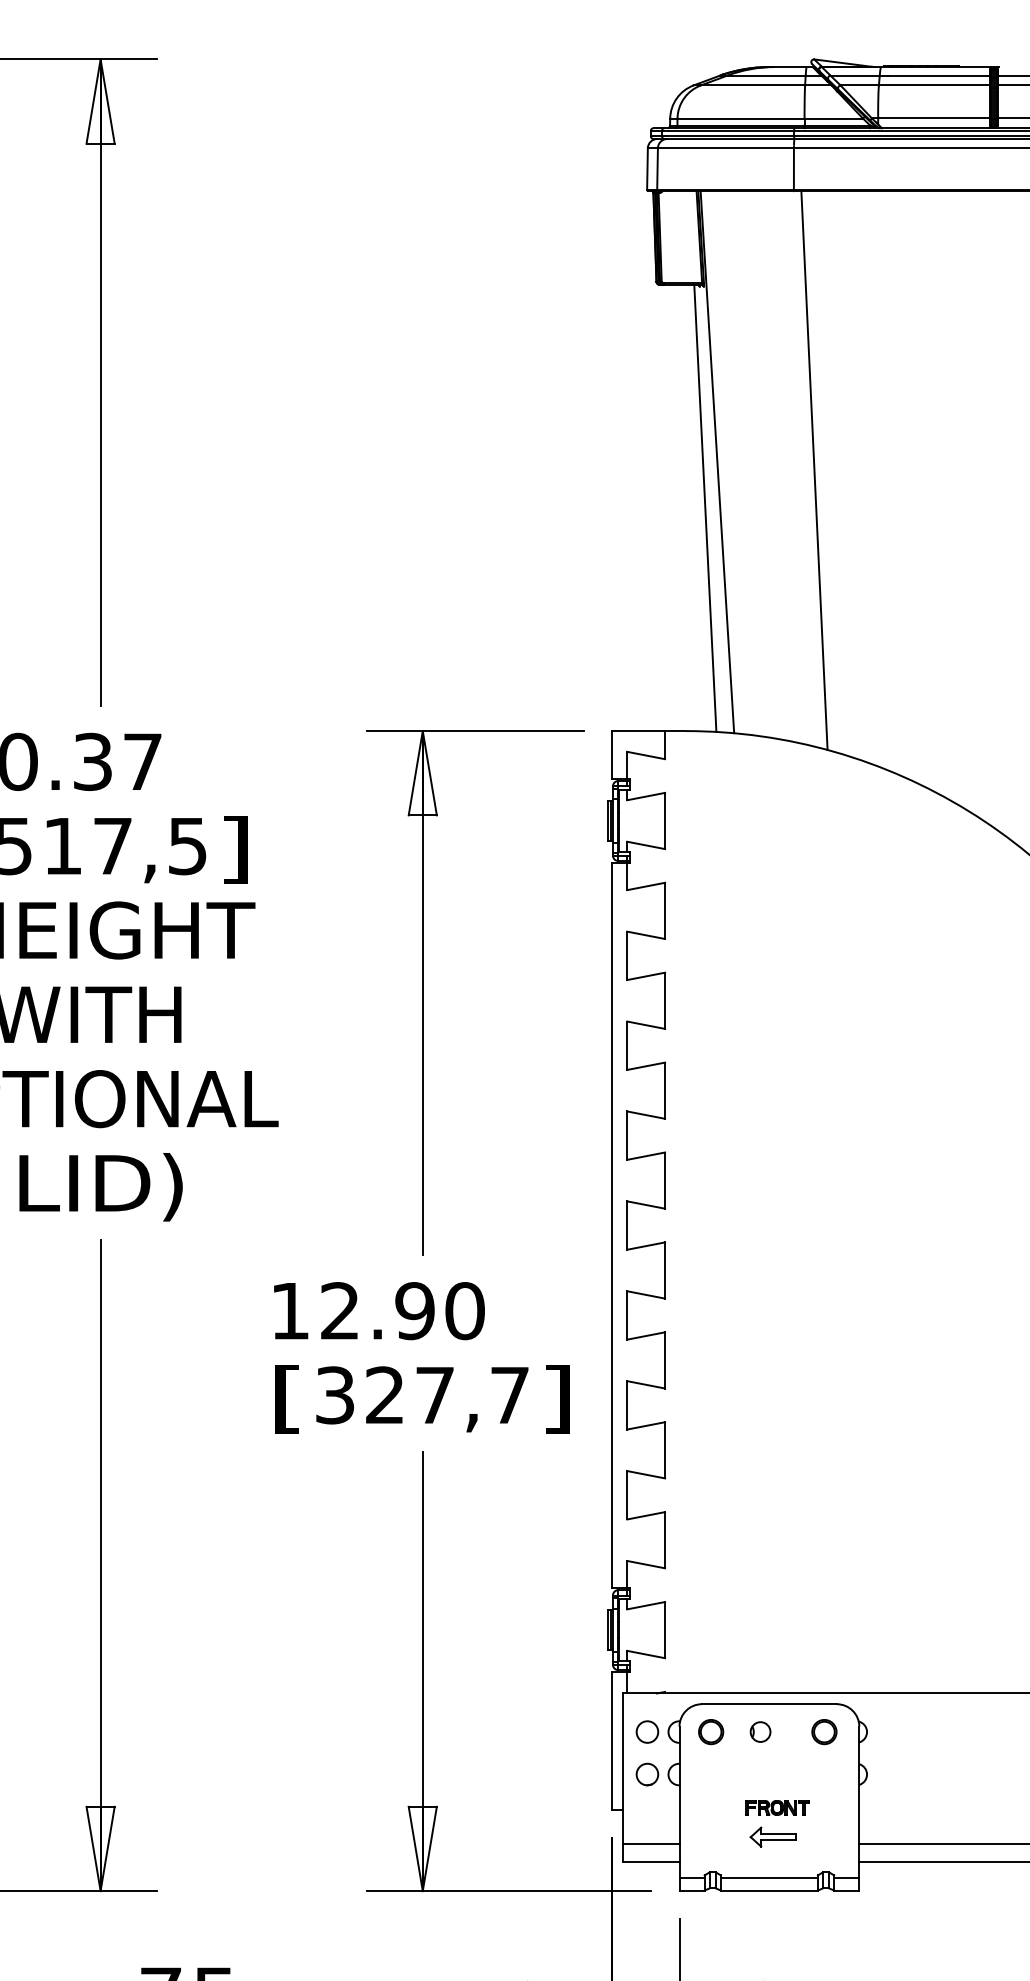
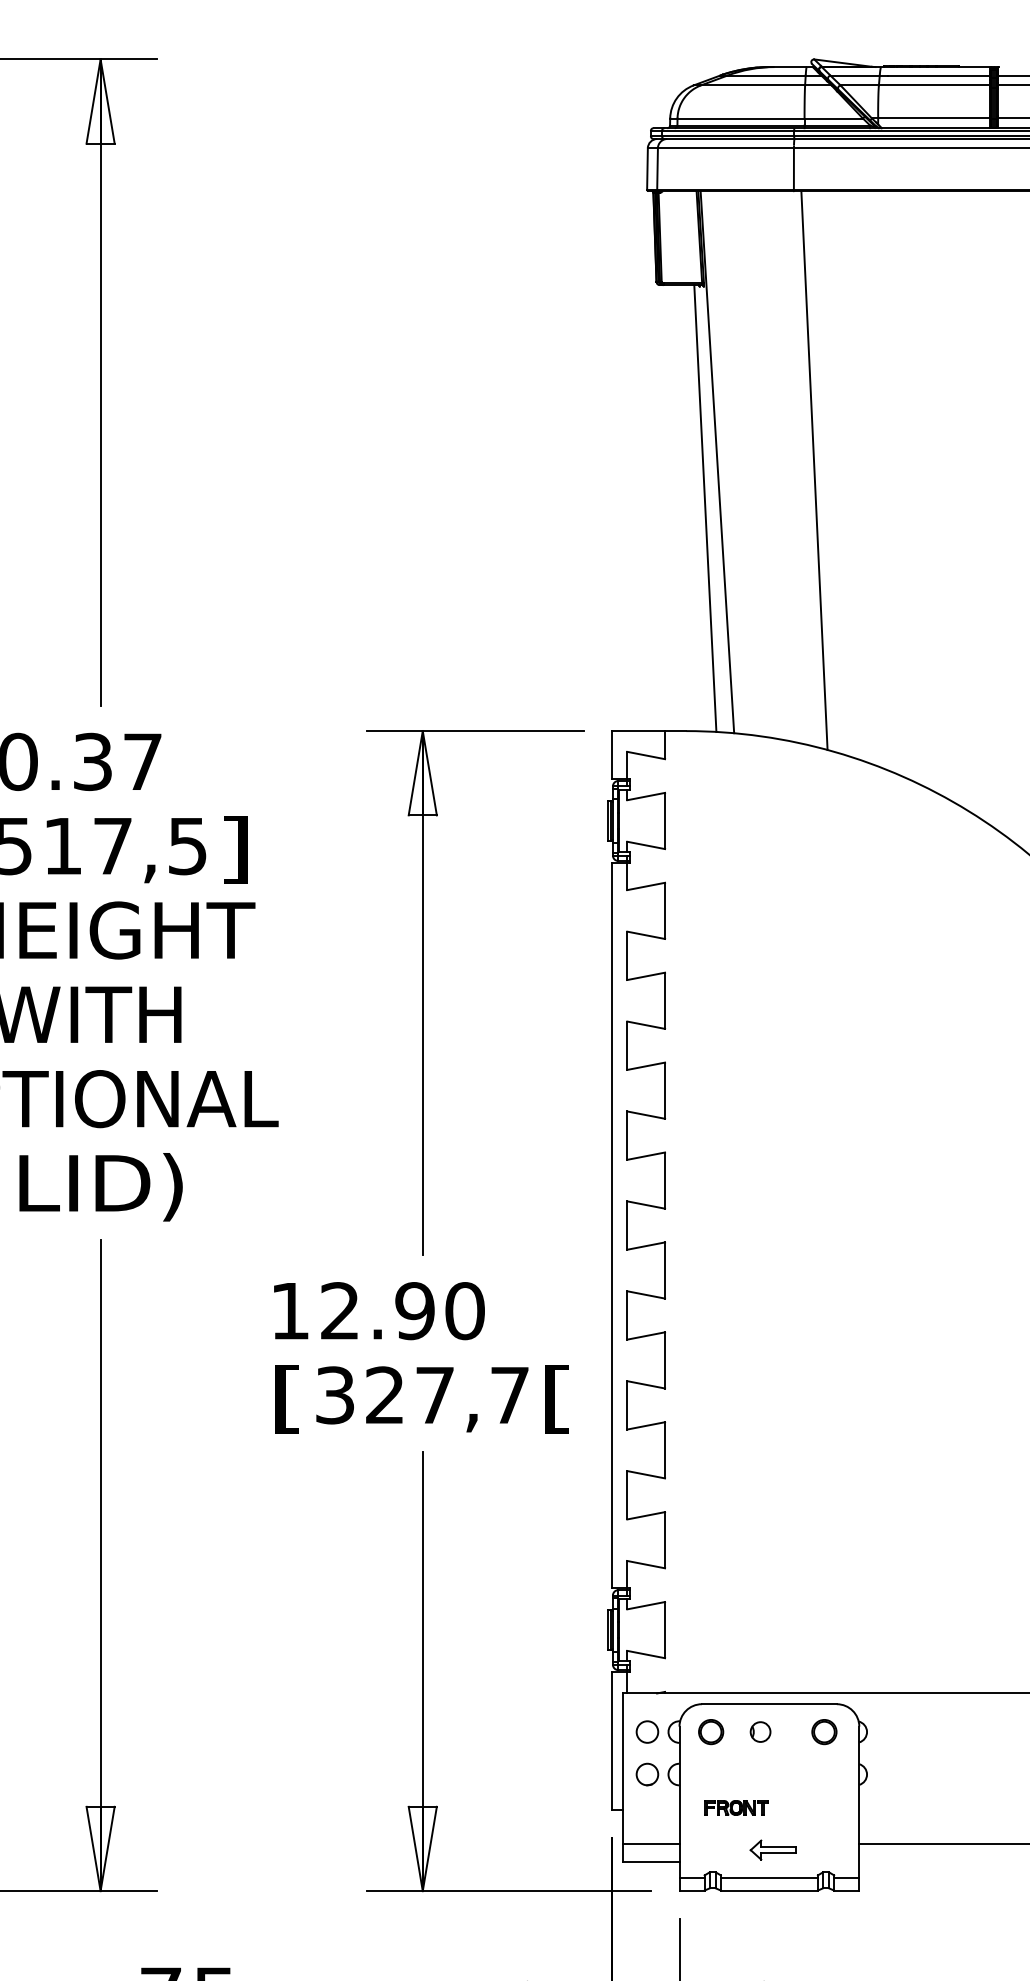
text at (557, 1399): ] -> [
part at (777, 1807) position: (777, 1807) -> (736, 1807)
part at (772, 1836) position: (772, 1836) -> (772, 1849)
line at (942, 1861): present -> none
